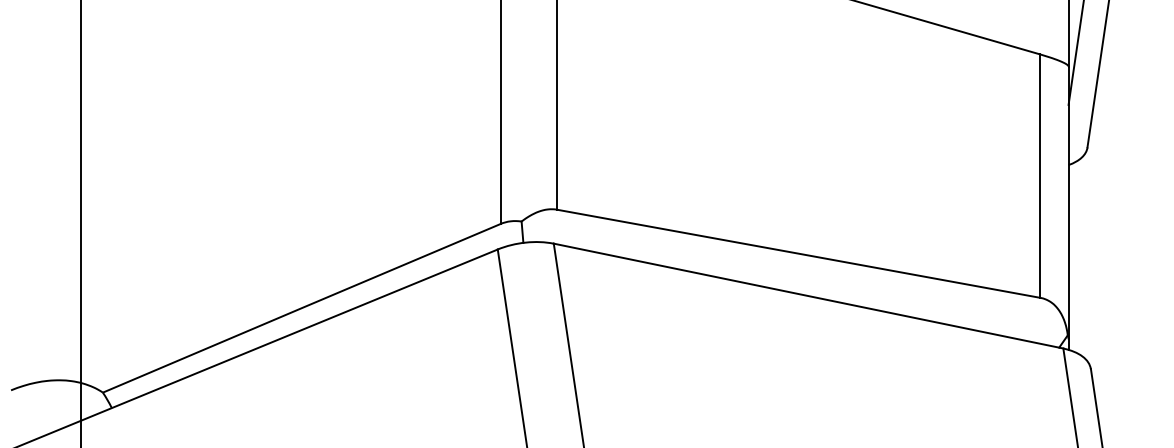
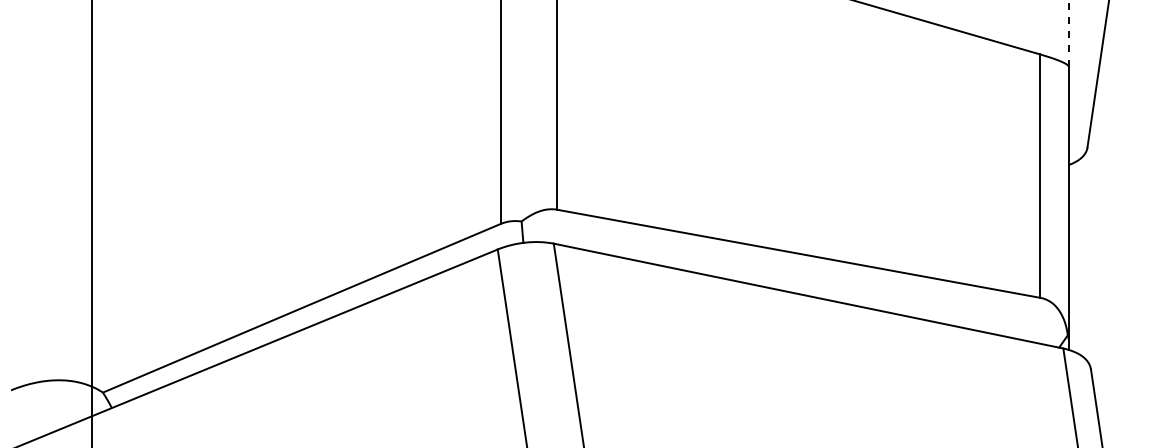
line at (1068, 33): solid -> dashed
line at (1075, 53): present -> none
line at (80, 223) position: (80, 223) -> (91, 223)
